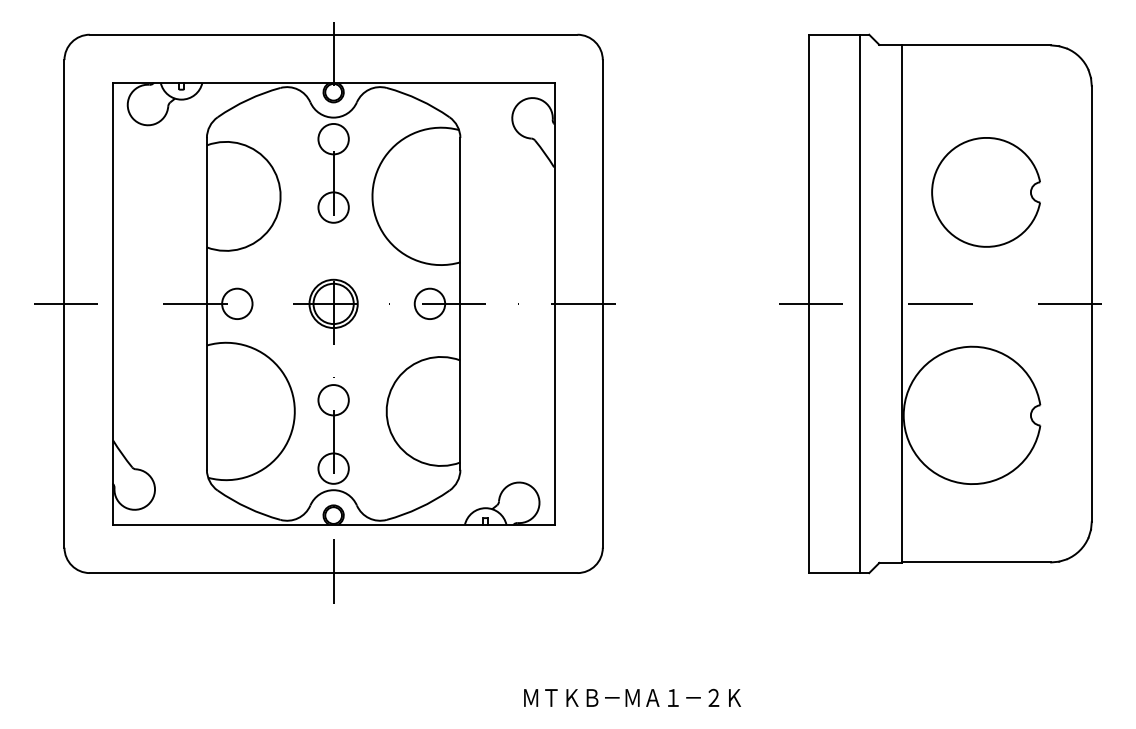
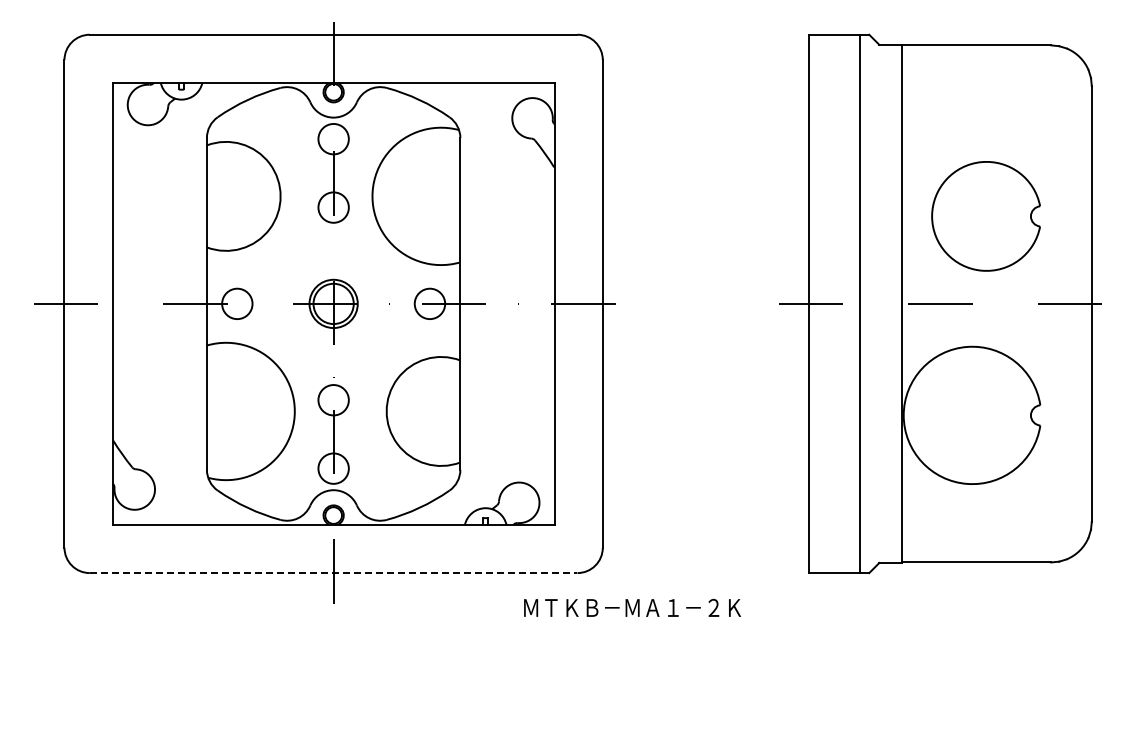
part at (985, 192) position: (985, 192) -> (985, 216)
line at (333, 573): solid -> dashed
text at (632, 697) position: (632, 697) -> (632, 607)
